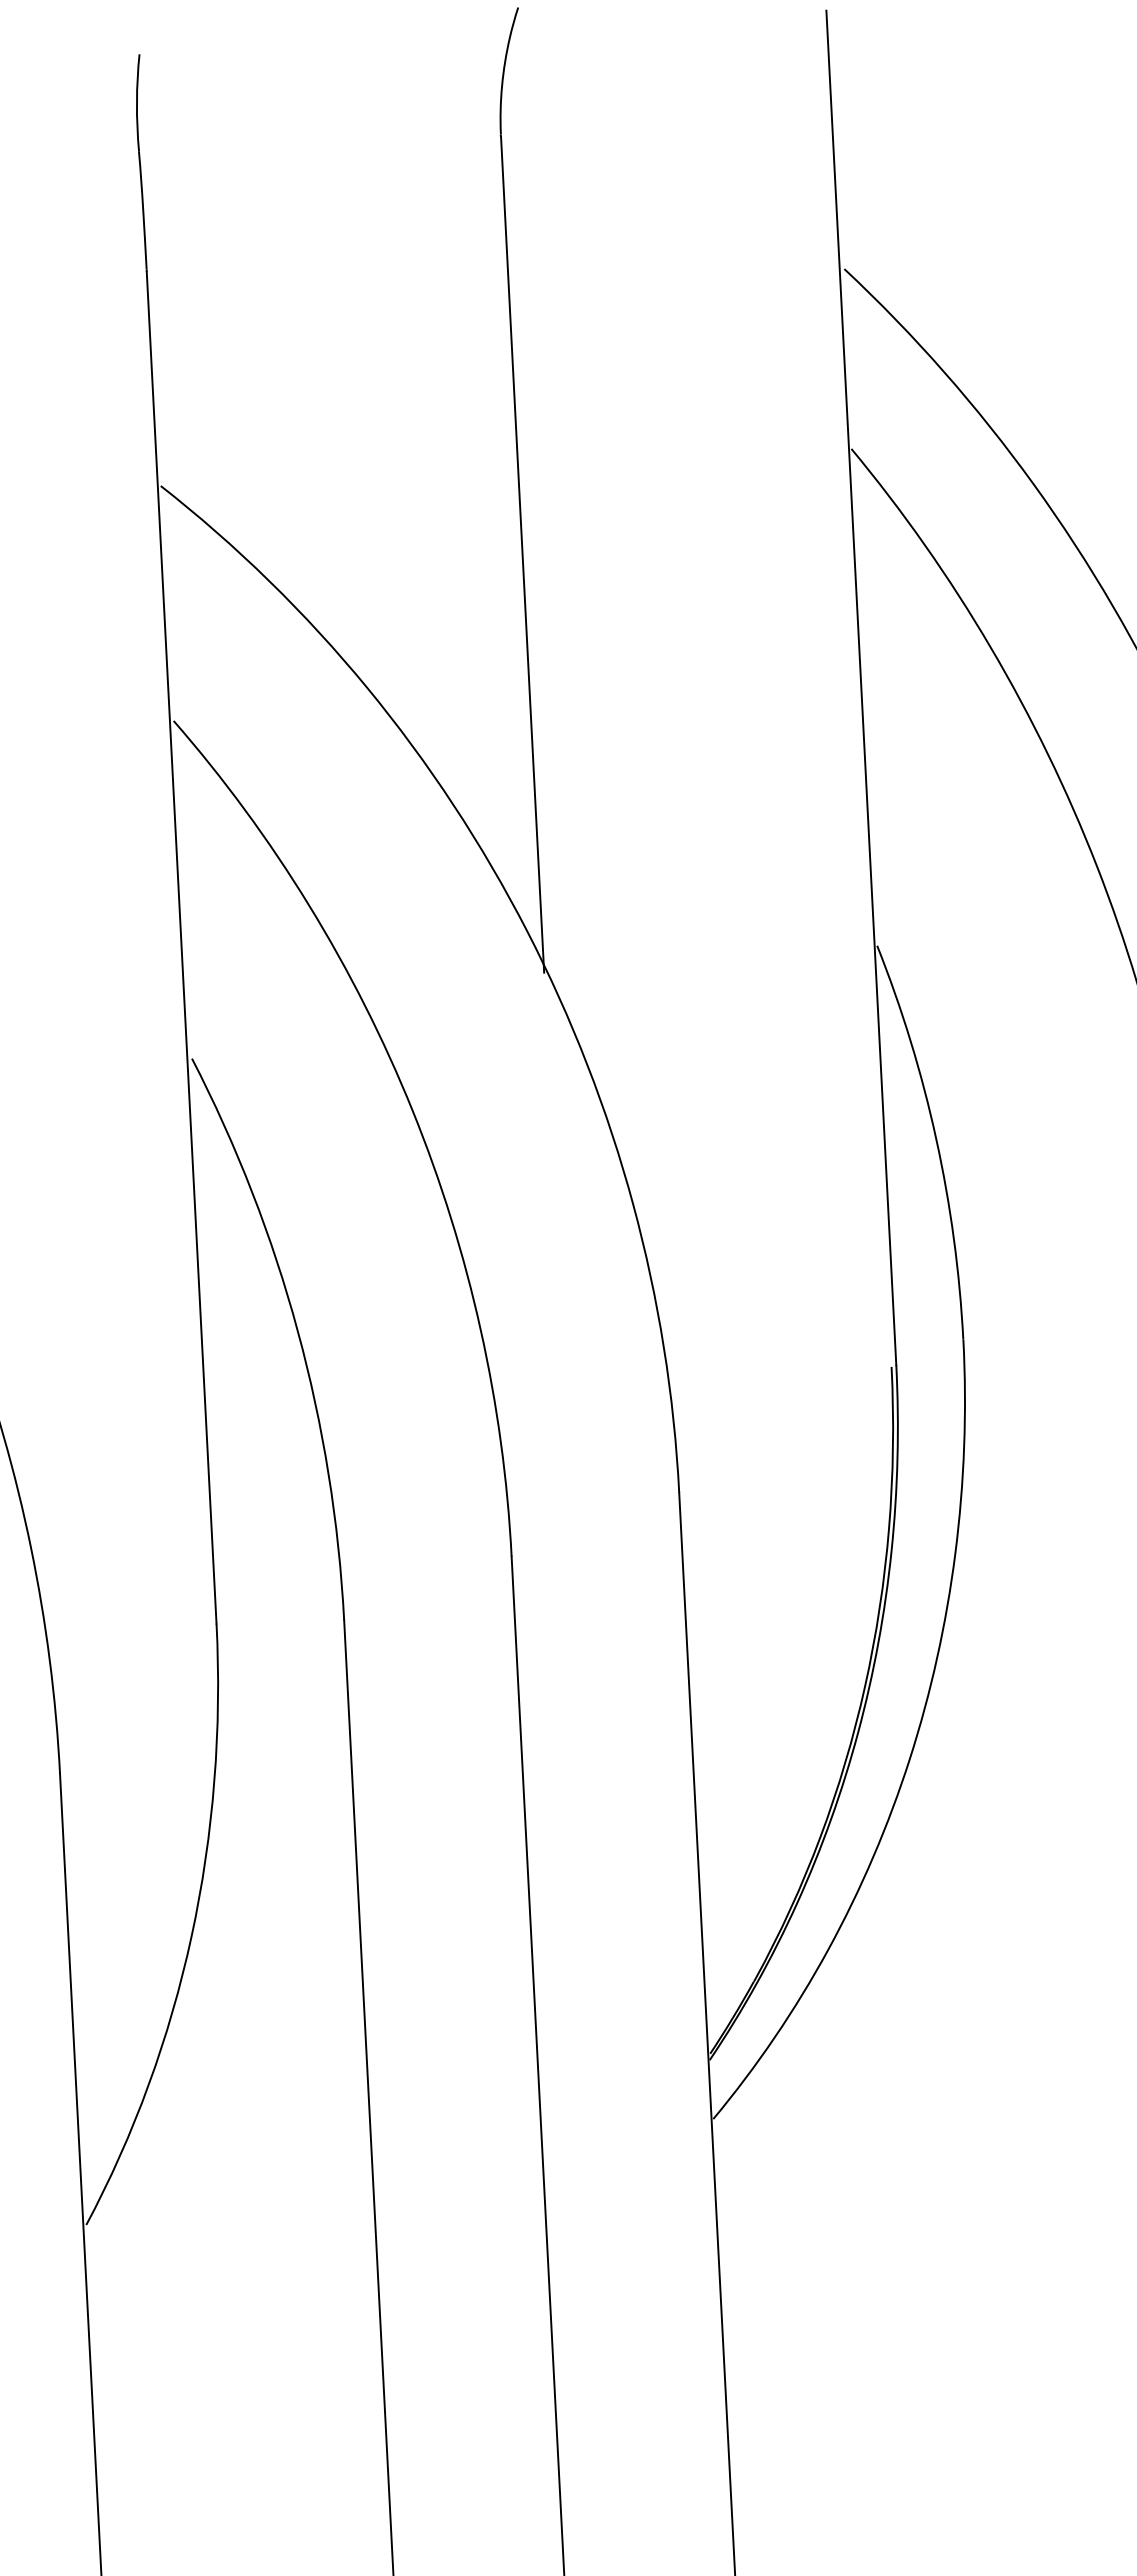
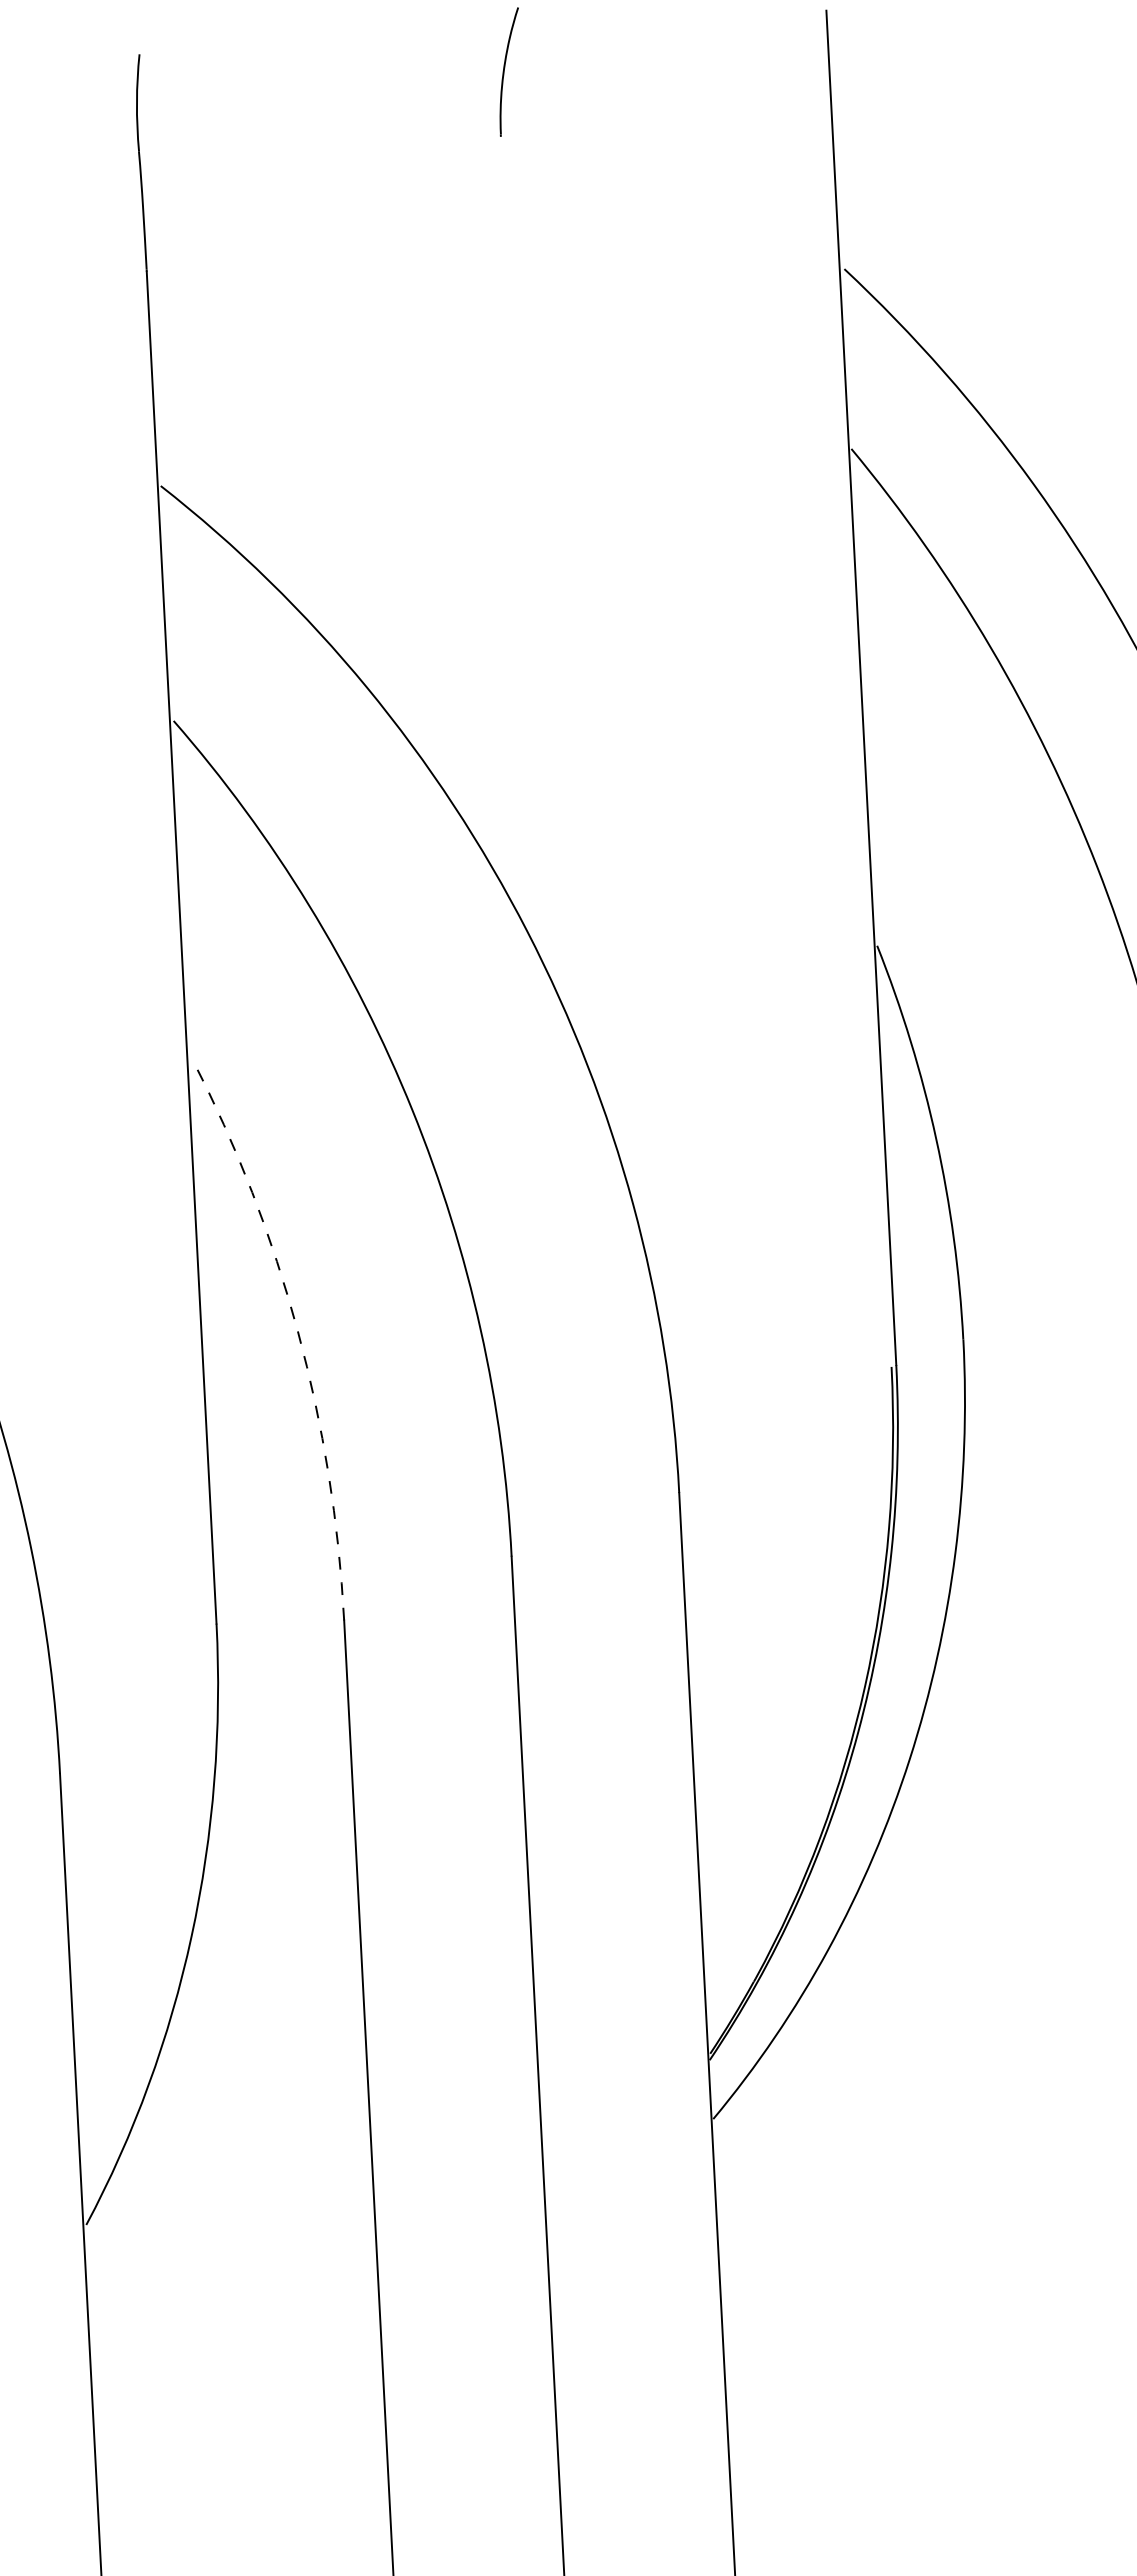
line at (522, 554): present -> none
arc at (297, 1331): solid -> dashed
